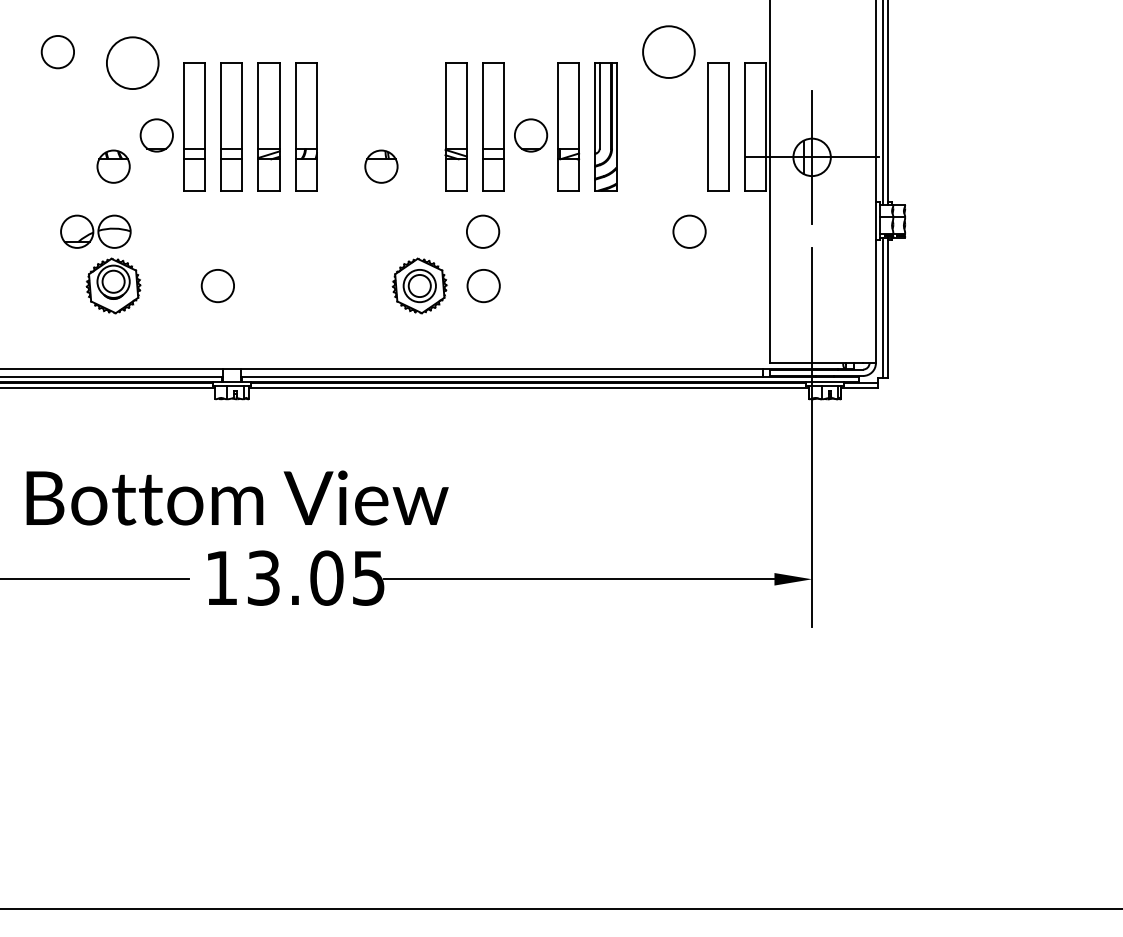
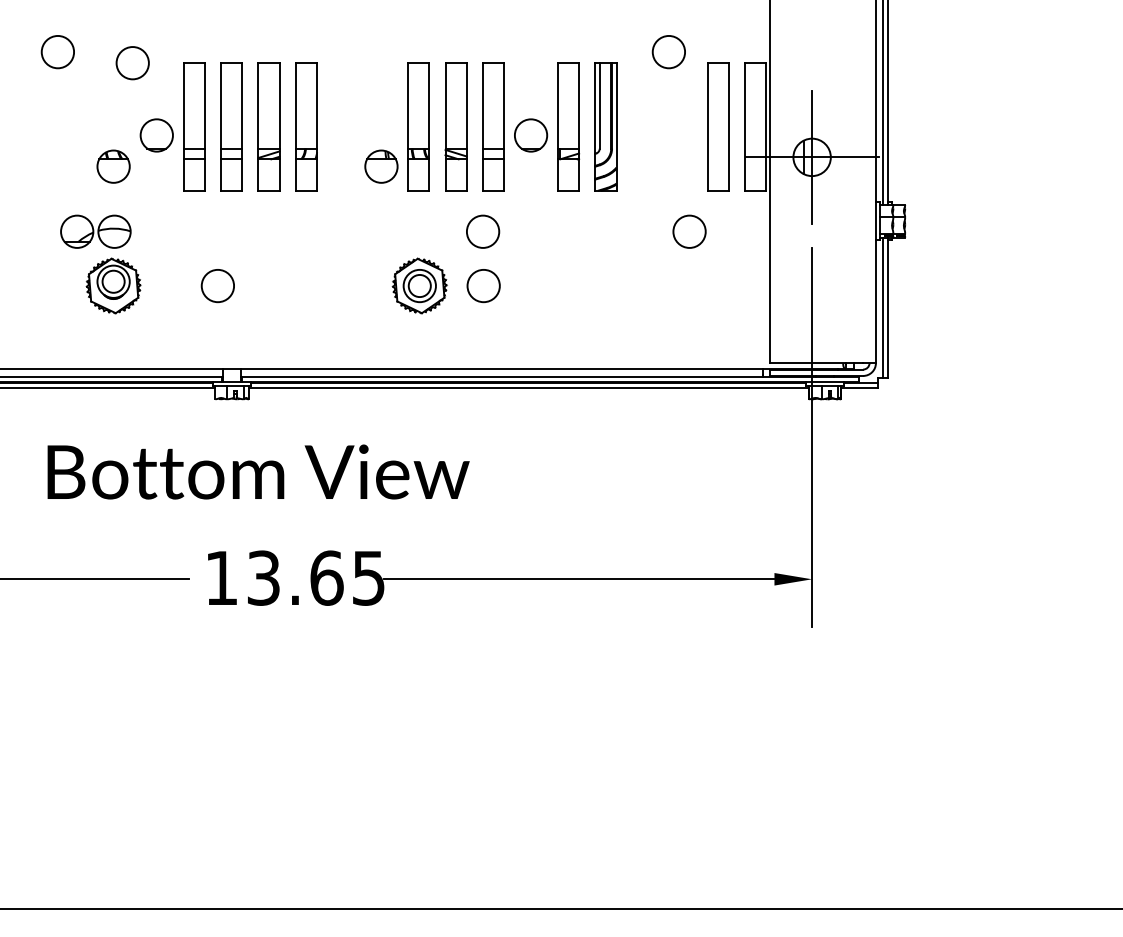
circle at (668, 51) diameter: 52 px -> 32 px
circle at (132, 63) diameter: 52 px -> 32 px
part at (418, 126): none -> present
text at (237, 497) position: (237, 497) -> (258, 471)
text at (326, 577): 13.05 -> 13.65
